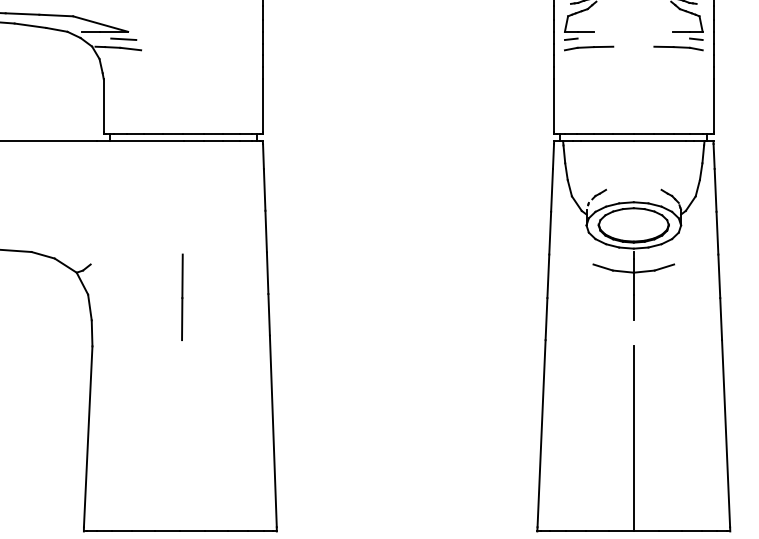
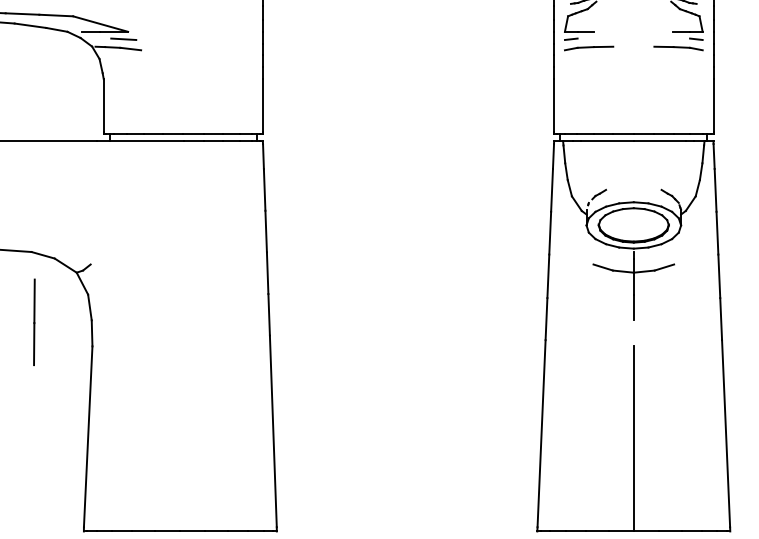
line at (182, 296) position: (182, 296) -> (34, 321)
